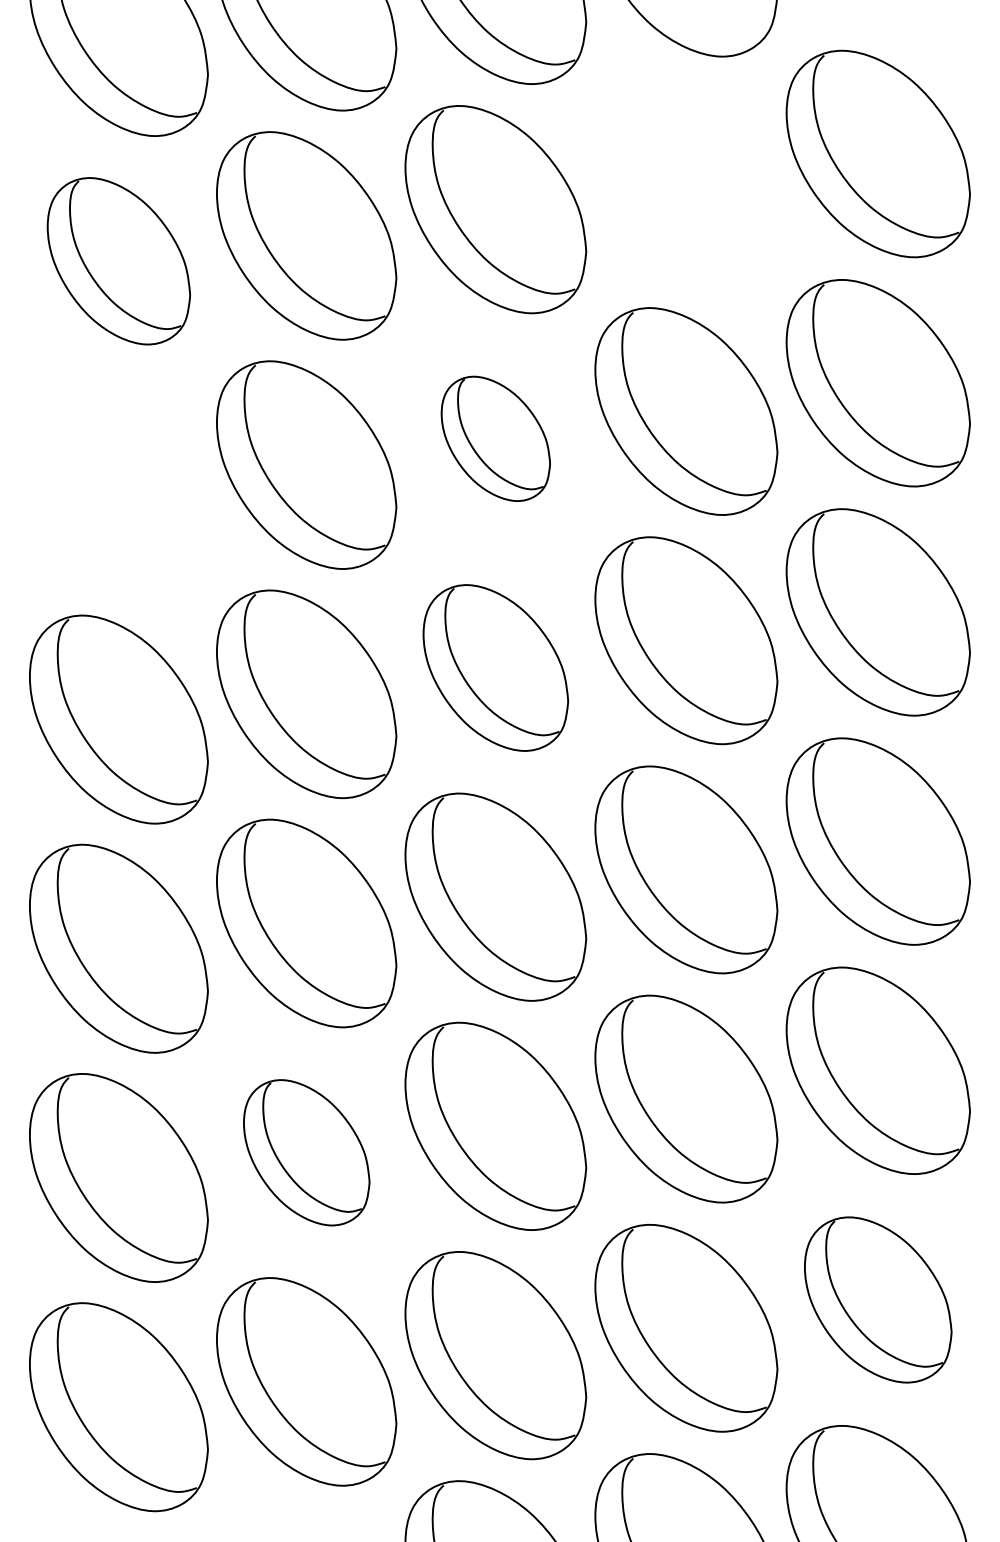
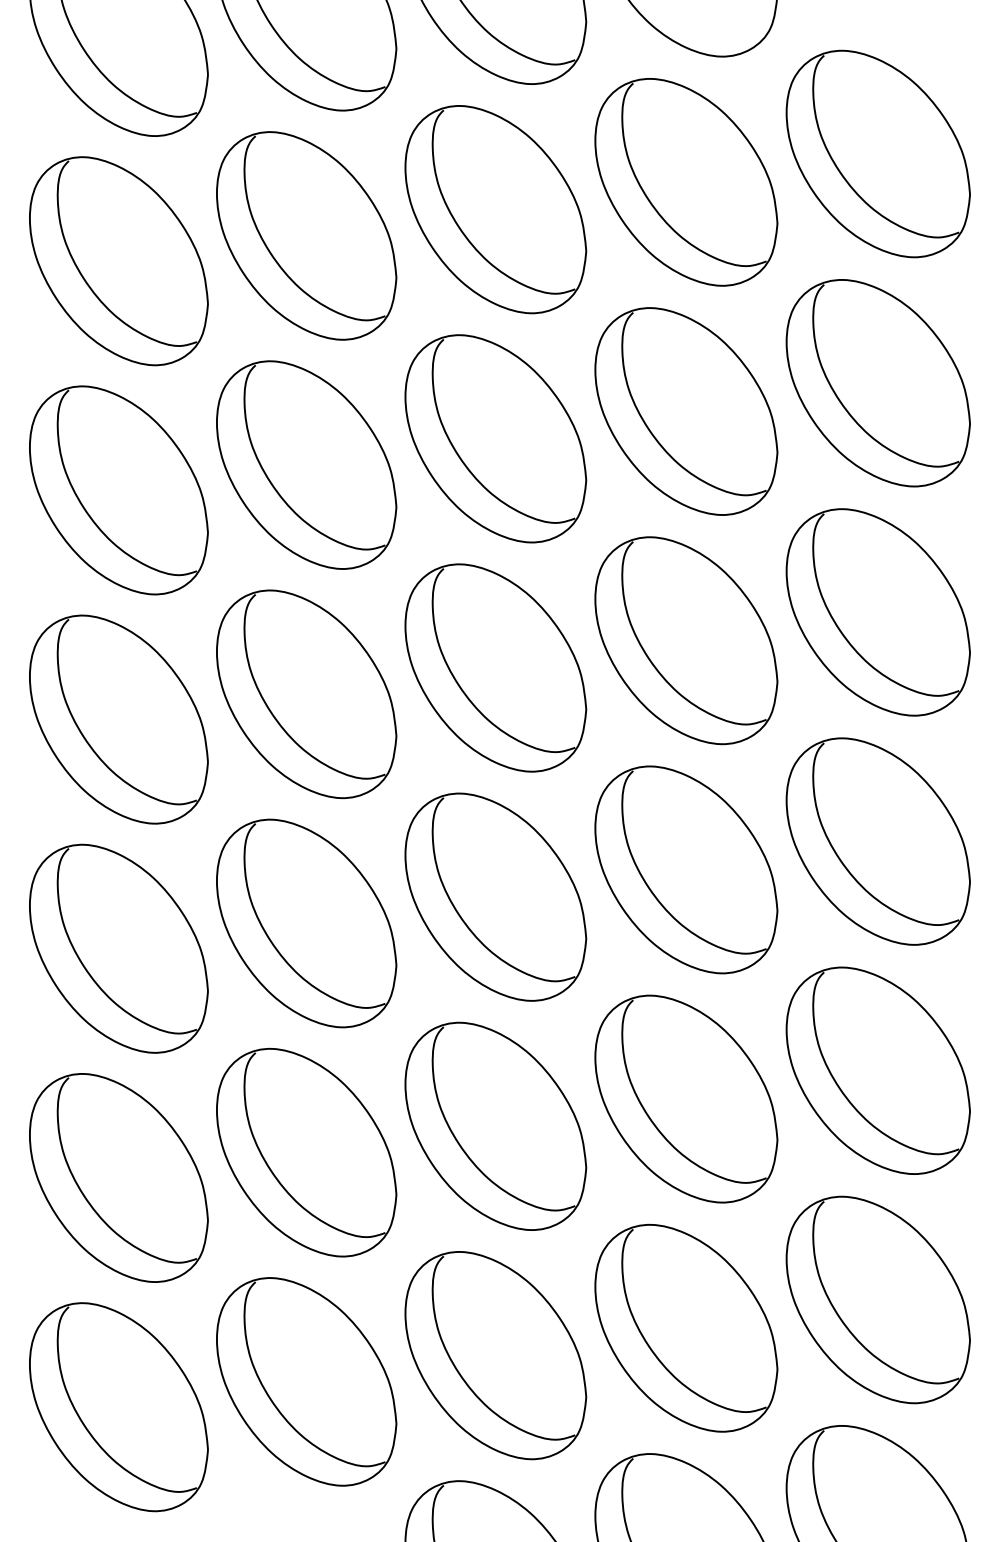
part at (686, 182): none -> present
part at (118, 261) size: 146x169 px -> 180x211 px
part at (495, 438) size: 111x127 px -> 184x210 px
part at (118, 490): none -> present
part at (495, 667) size: 148x168 px -> 184x210 px
part at (306, 1152) size: 128x148 px -> 182x210 px
part at (878, 1299) size: 149x168 px -> 186x210 px
